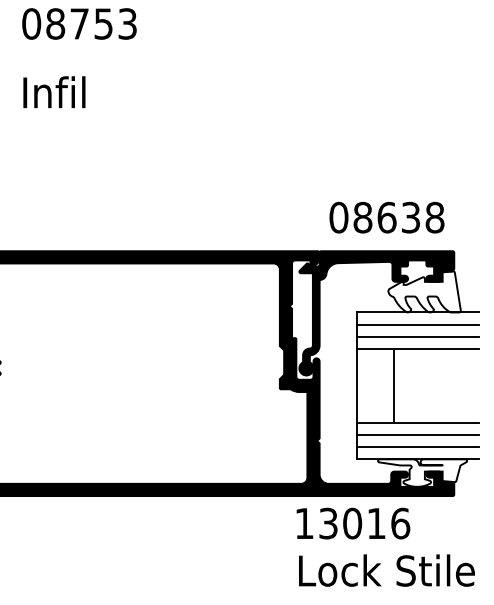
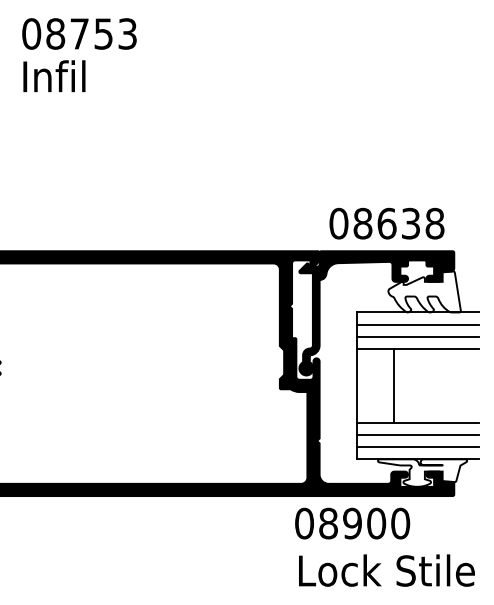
text at (79, 23) position: (79, 23) -> (79, 33)
text at (54, 92) position: (54, 92) -> (54, 76)
text at (386, 217) position: (386, 217) -> (386, 223)
text at (352, 523): 13016 -> 08900
